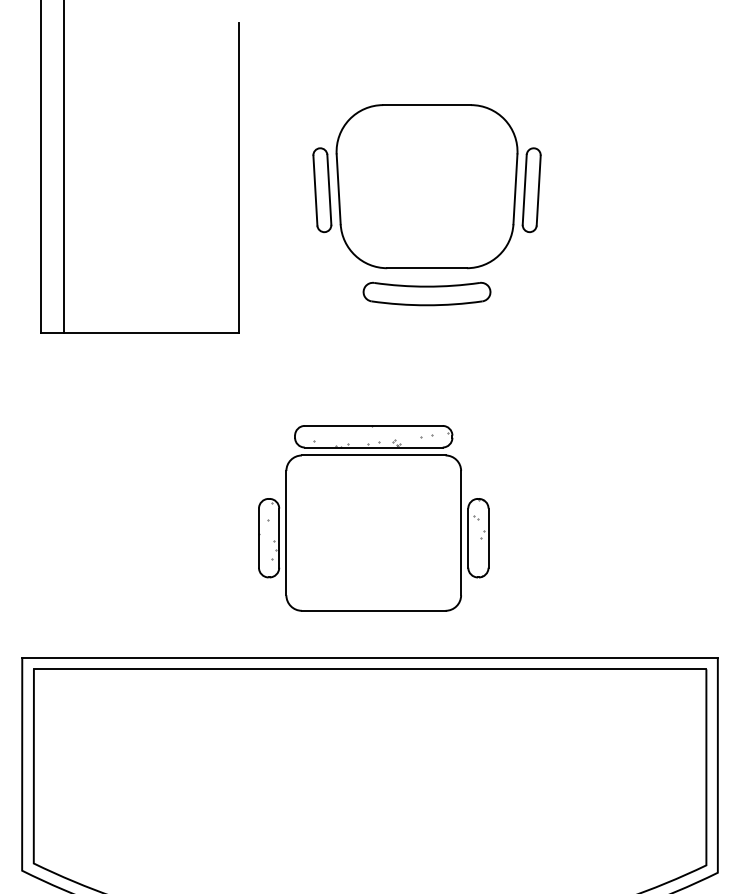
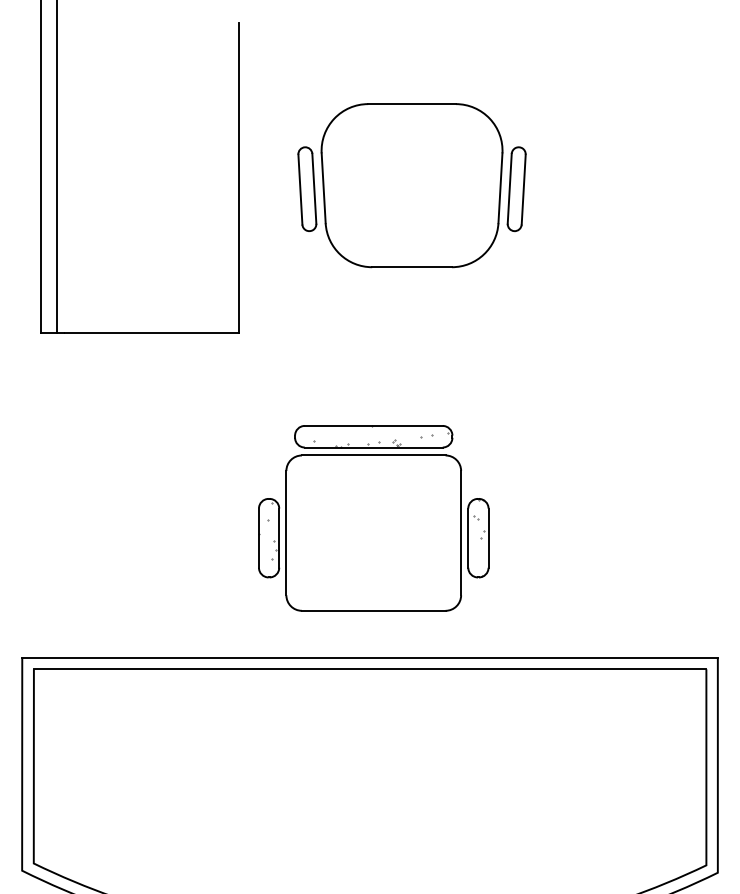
line at (64, 167) position: (64, 167) -> (57, 167)
part at (426, 186) position: (426, 186) -> (411, 185)
part at (426, 293): present -> none
